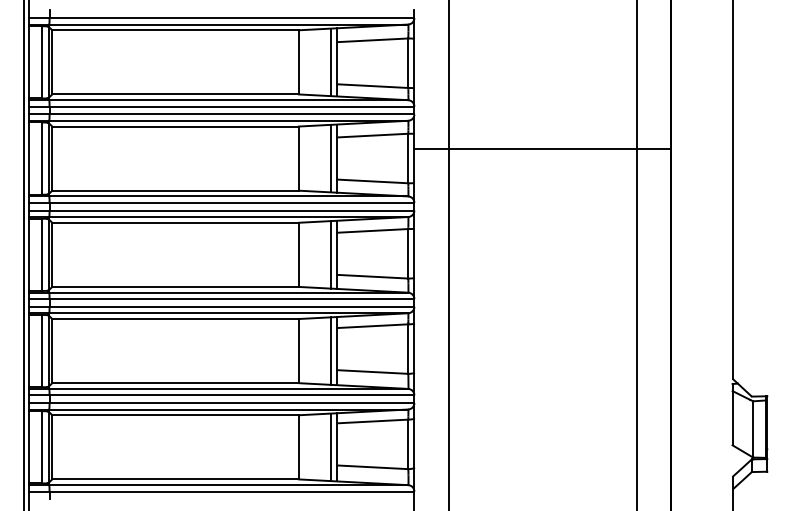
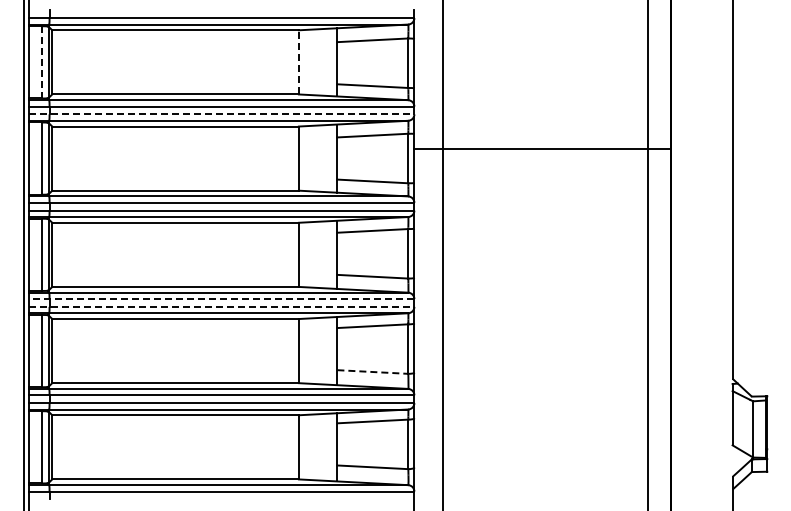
line at (298, 61): solid -> dashed
line at (42, 62): solid -> dashed
line at (331, 62): present -> none
line at (222, 114): solid -> dashed
line at (331, 158): present -> none
line at (331, 254): present -> none
line at (448, 254) position: (448, 254) -> (442, 254)
line at (636, 254) position: (636, 254) -> (647, 254)
line at (221, 299): solid -> dashed
line at (222, 306): solid -> dashed
line at (331, 350): present -> none
line at (372, 372): solid -> dashed
line at (331, 447): present -> none
